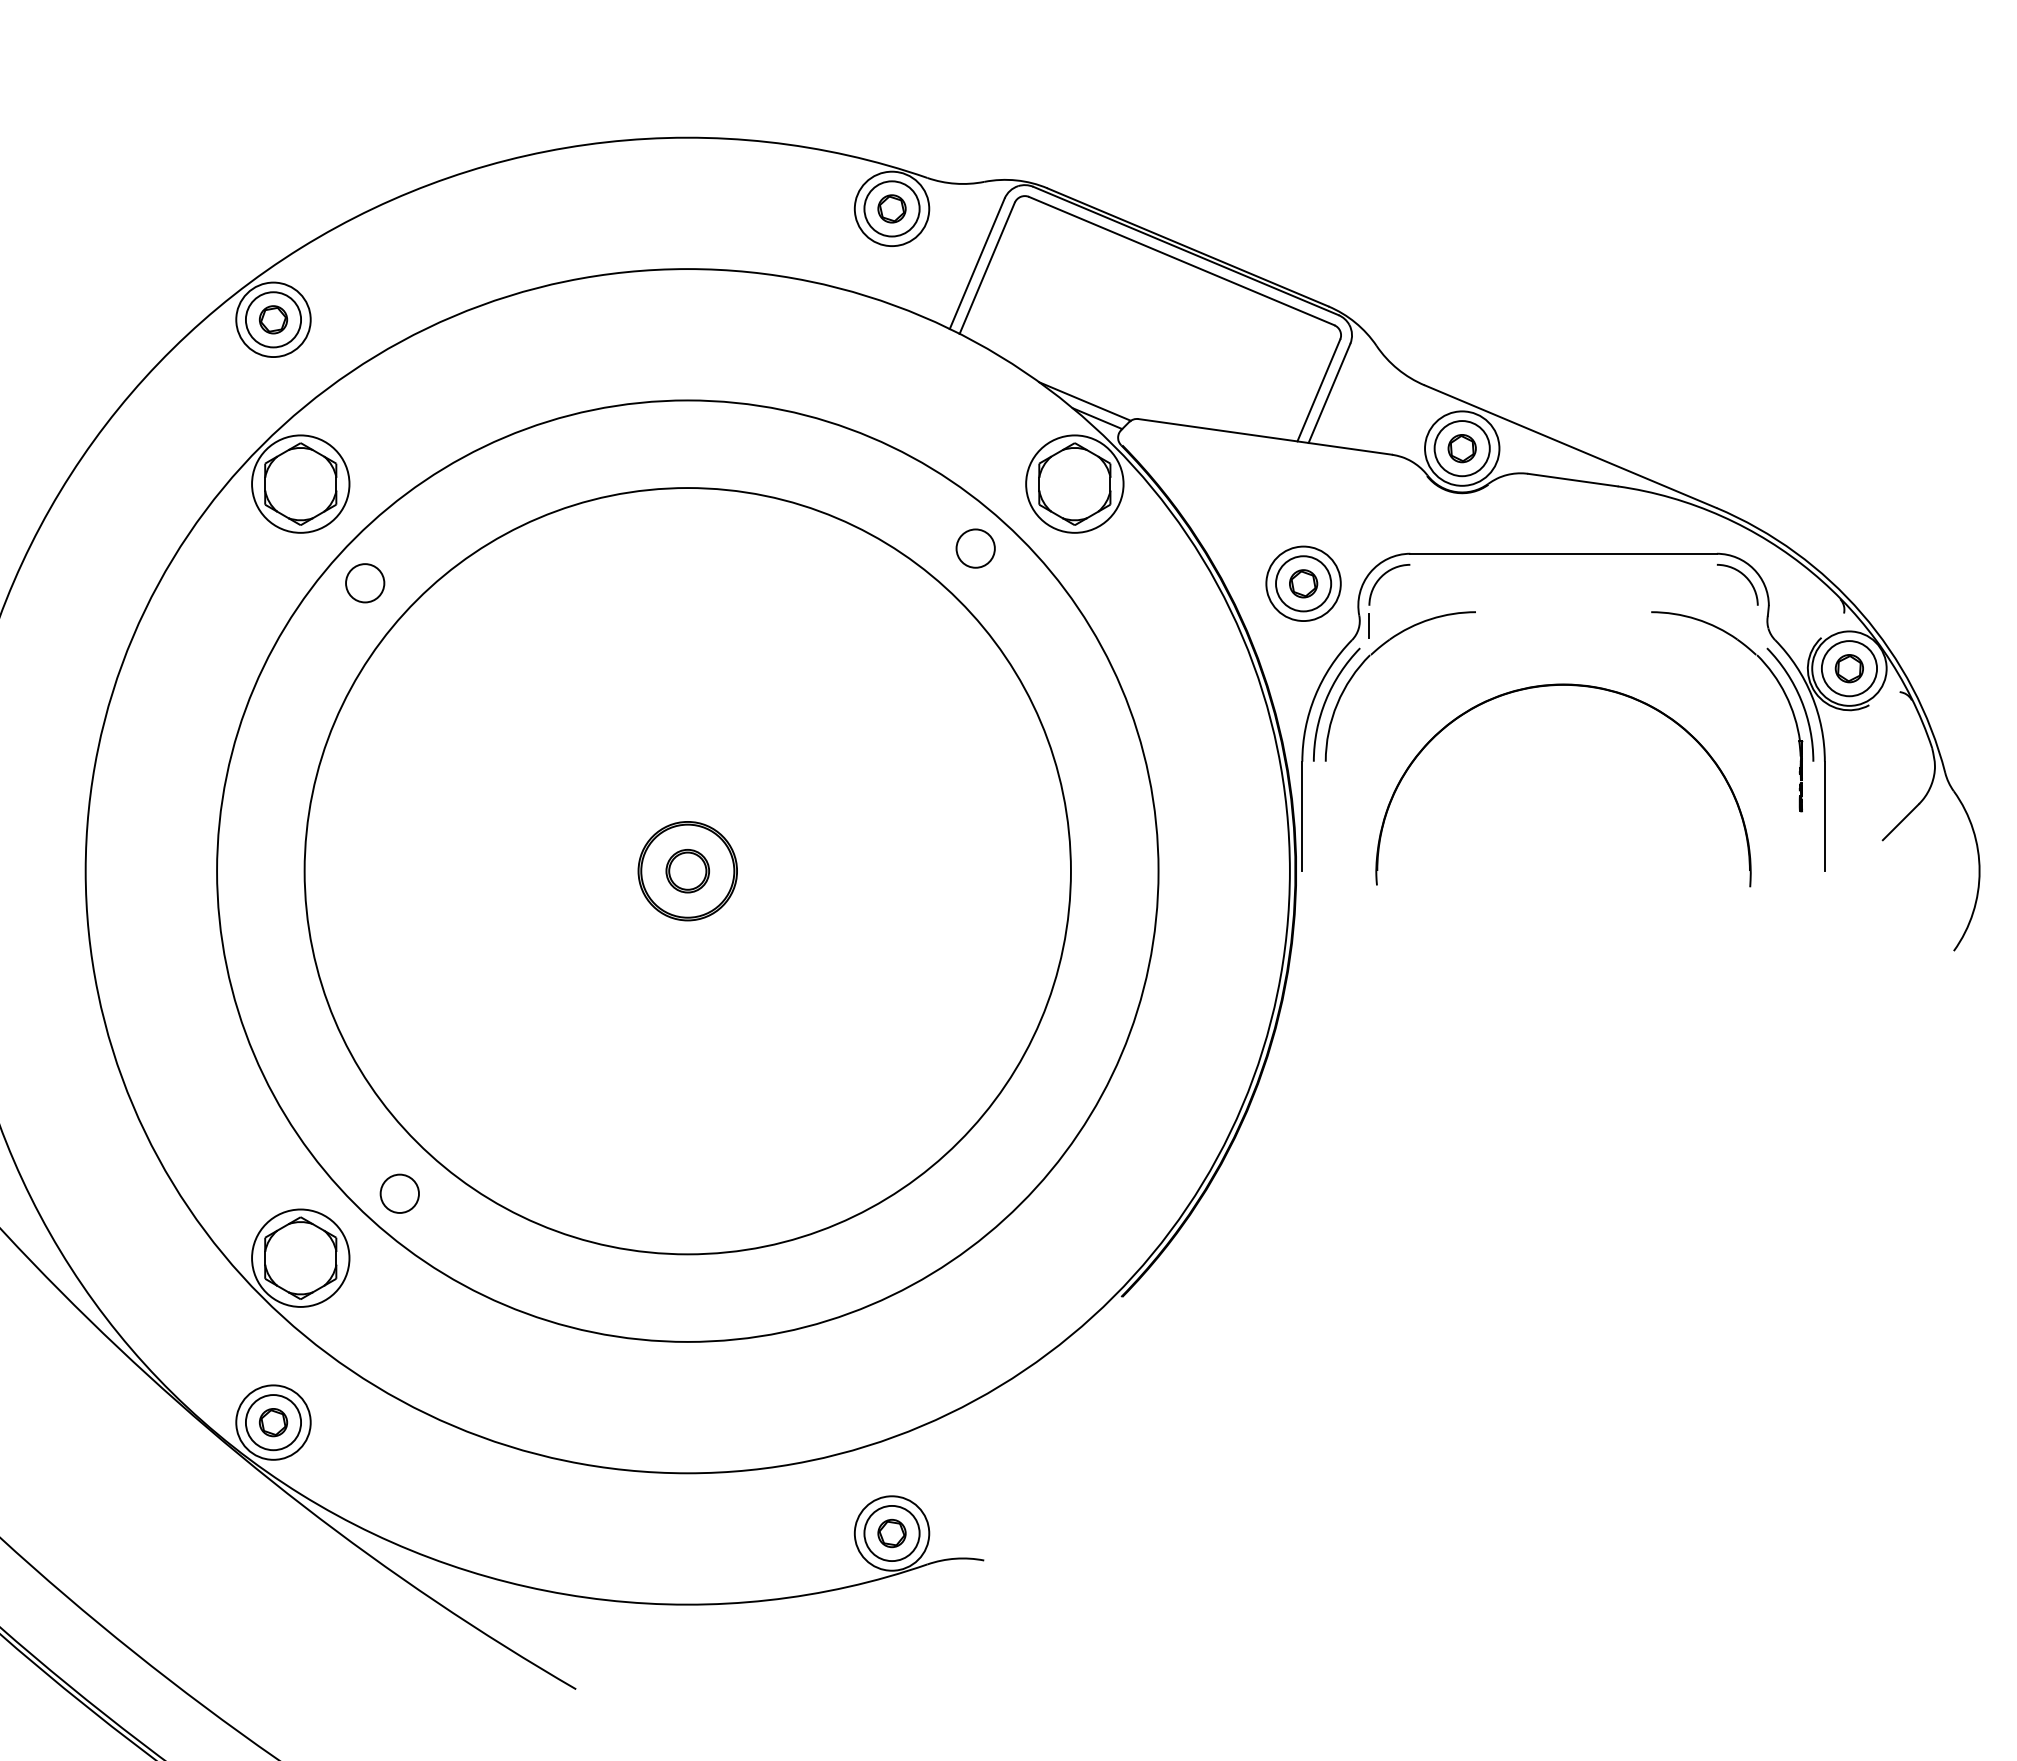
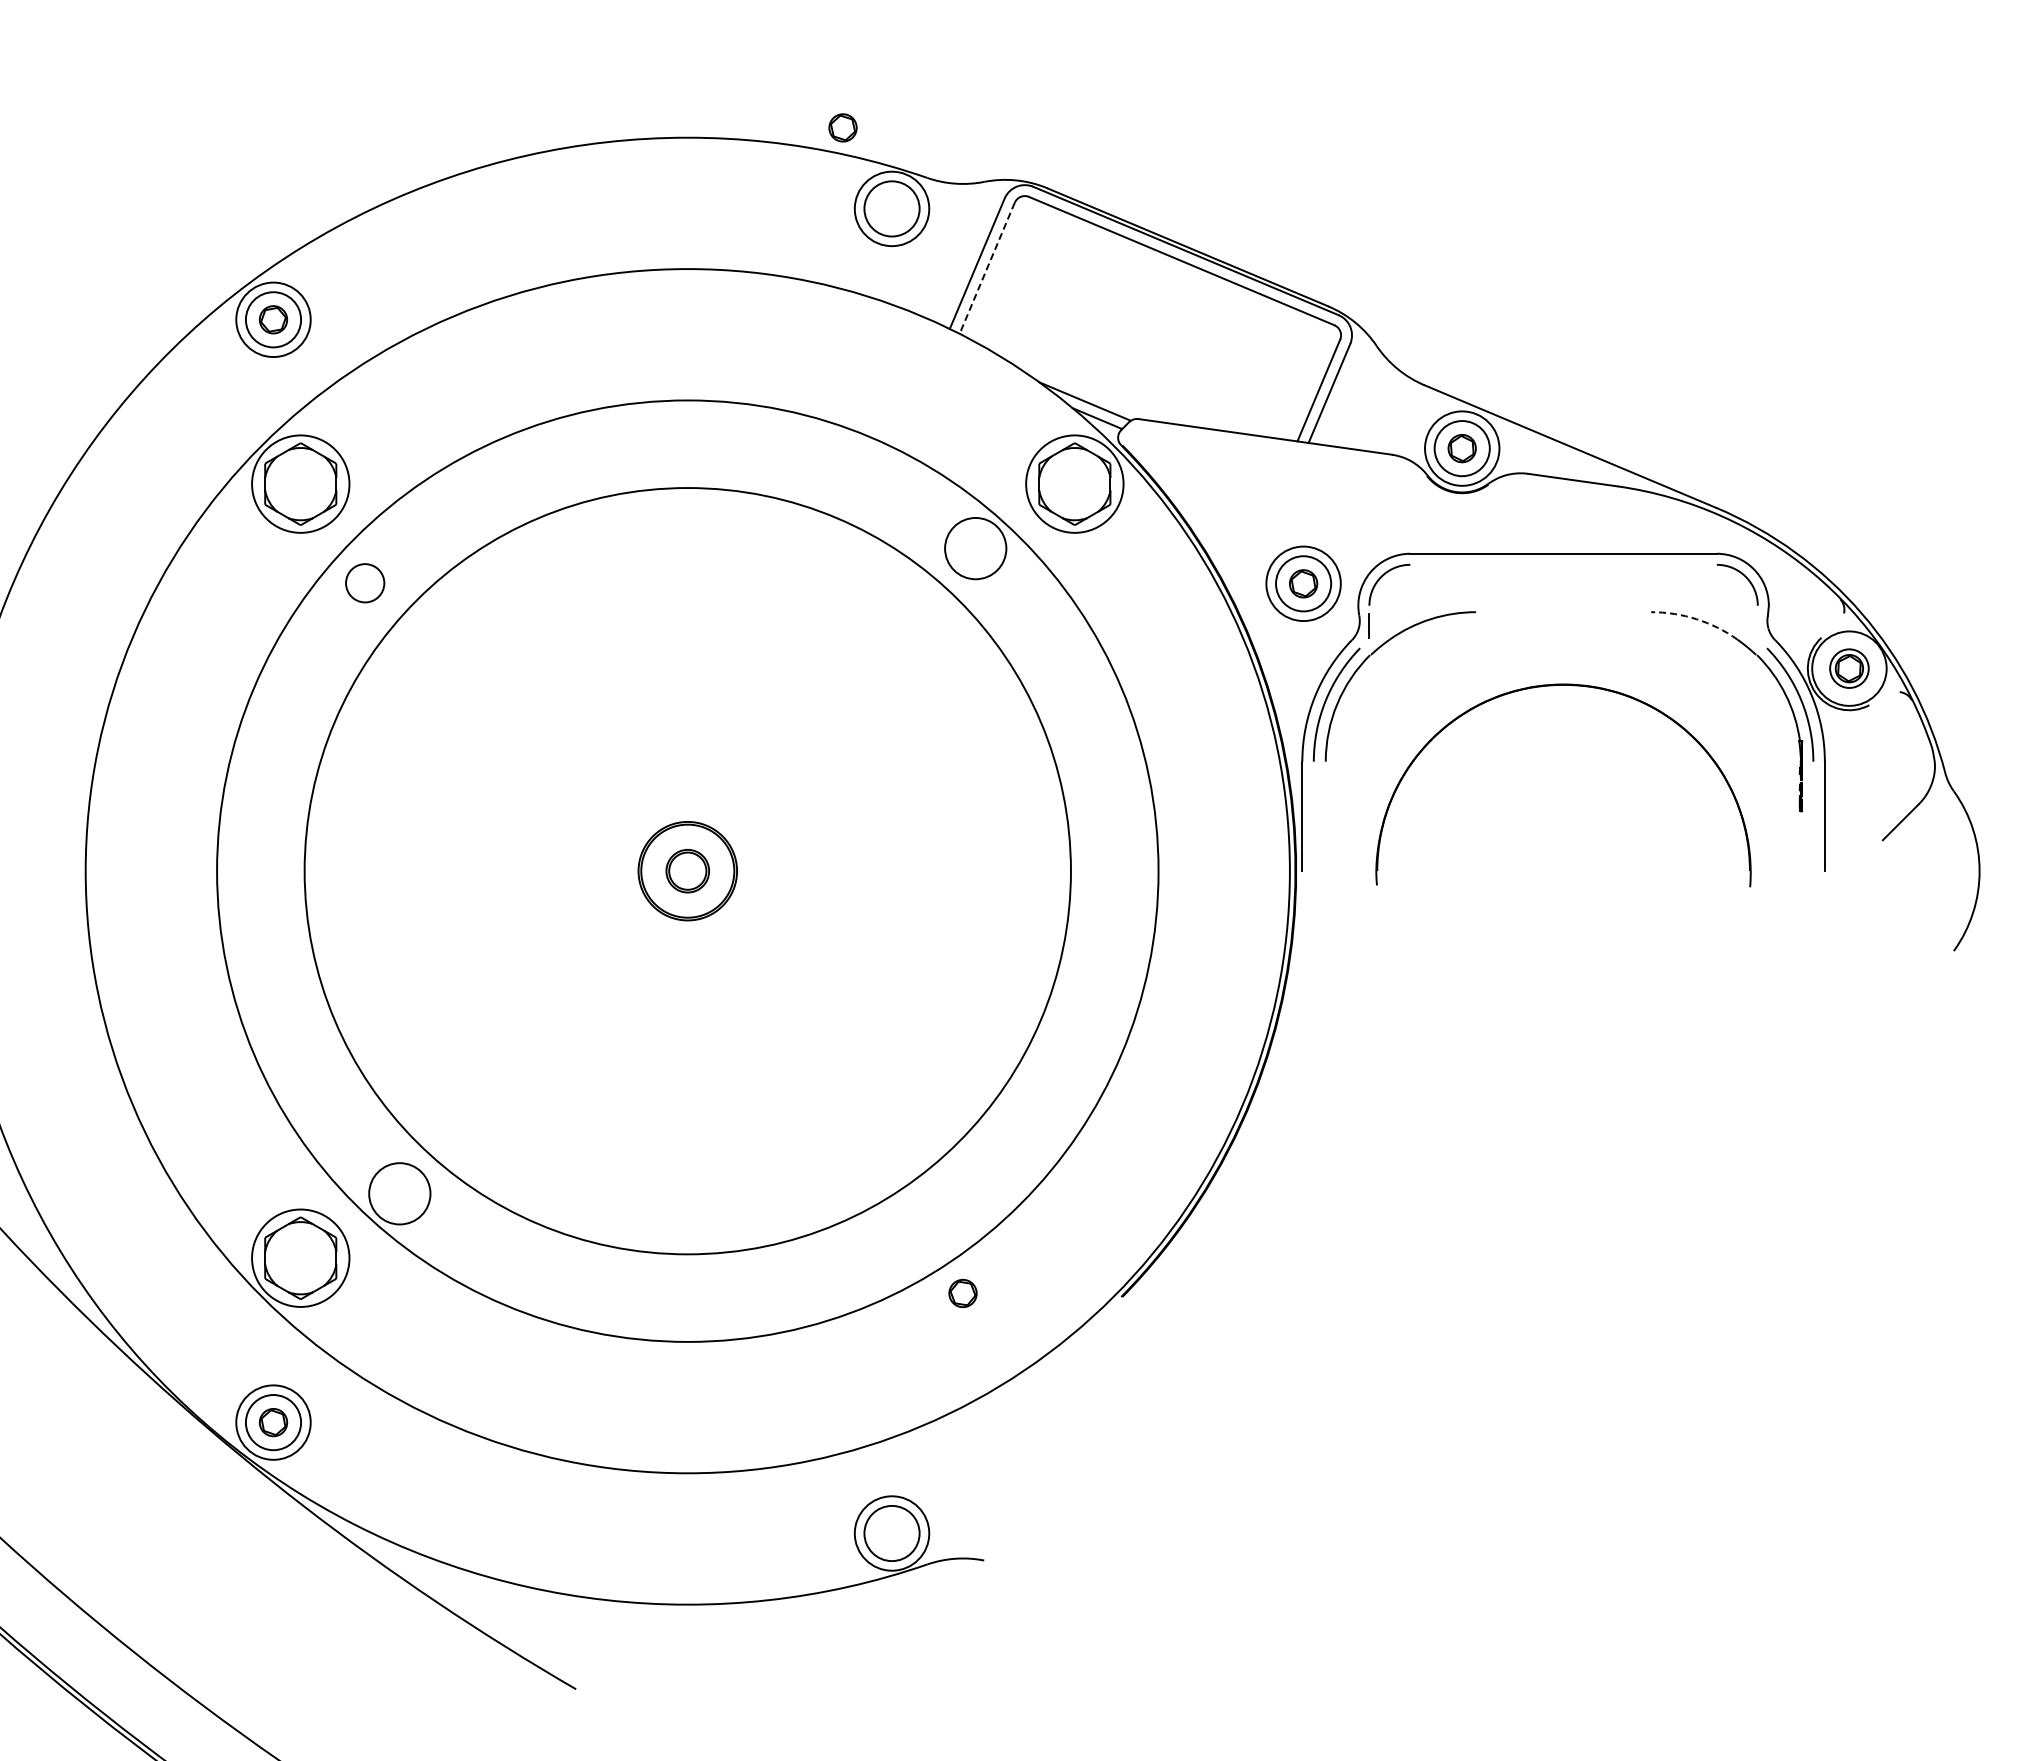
part at (891, 208) position: (891, 208) -> (842, 127)
line at (987, 268): solid -> dashed
circle at (975, 548) diameter: 38 px -> 61 px
arc at (1696, 619): solid -> dashed
circle at (1849, 668) diameter: 55 px -> 39 px
circle at (399, 1193) diameter: 38 px -> 61 px
part at (891, 1533) position: (891, 1533) -> (962, 1293)
